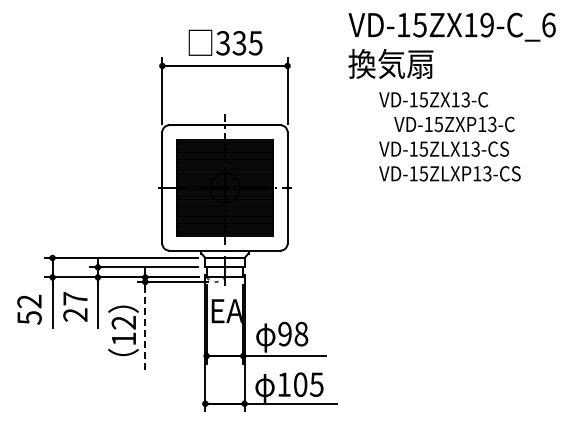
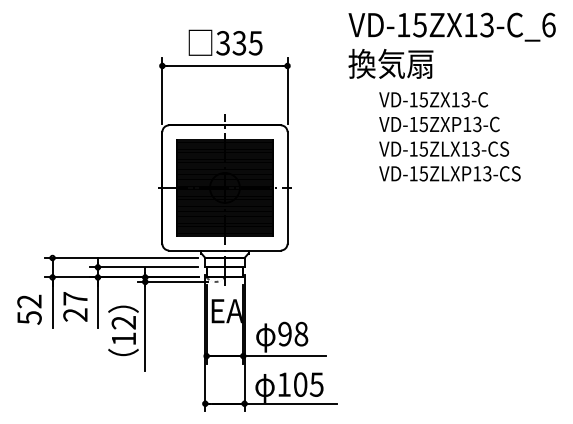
text at (486, 25): VD-15ZX19-C_6 -> VD-15ZX13-C_6
text at (454, 124) position: (454, 124) -> (439, 124)
line at (145, 329): dashed -> solid
